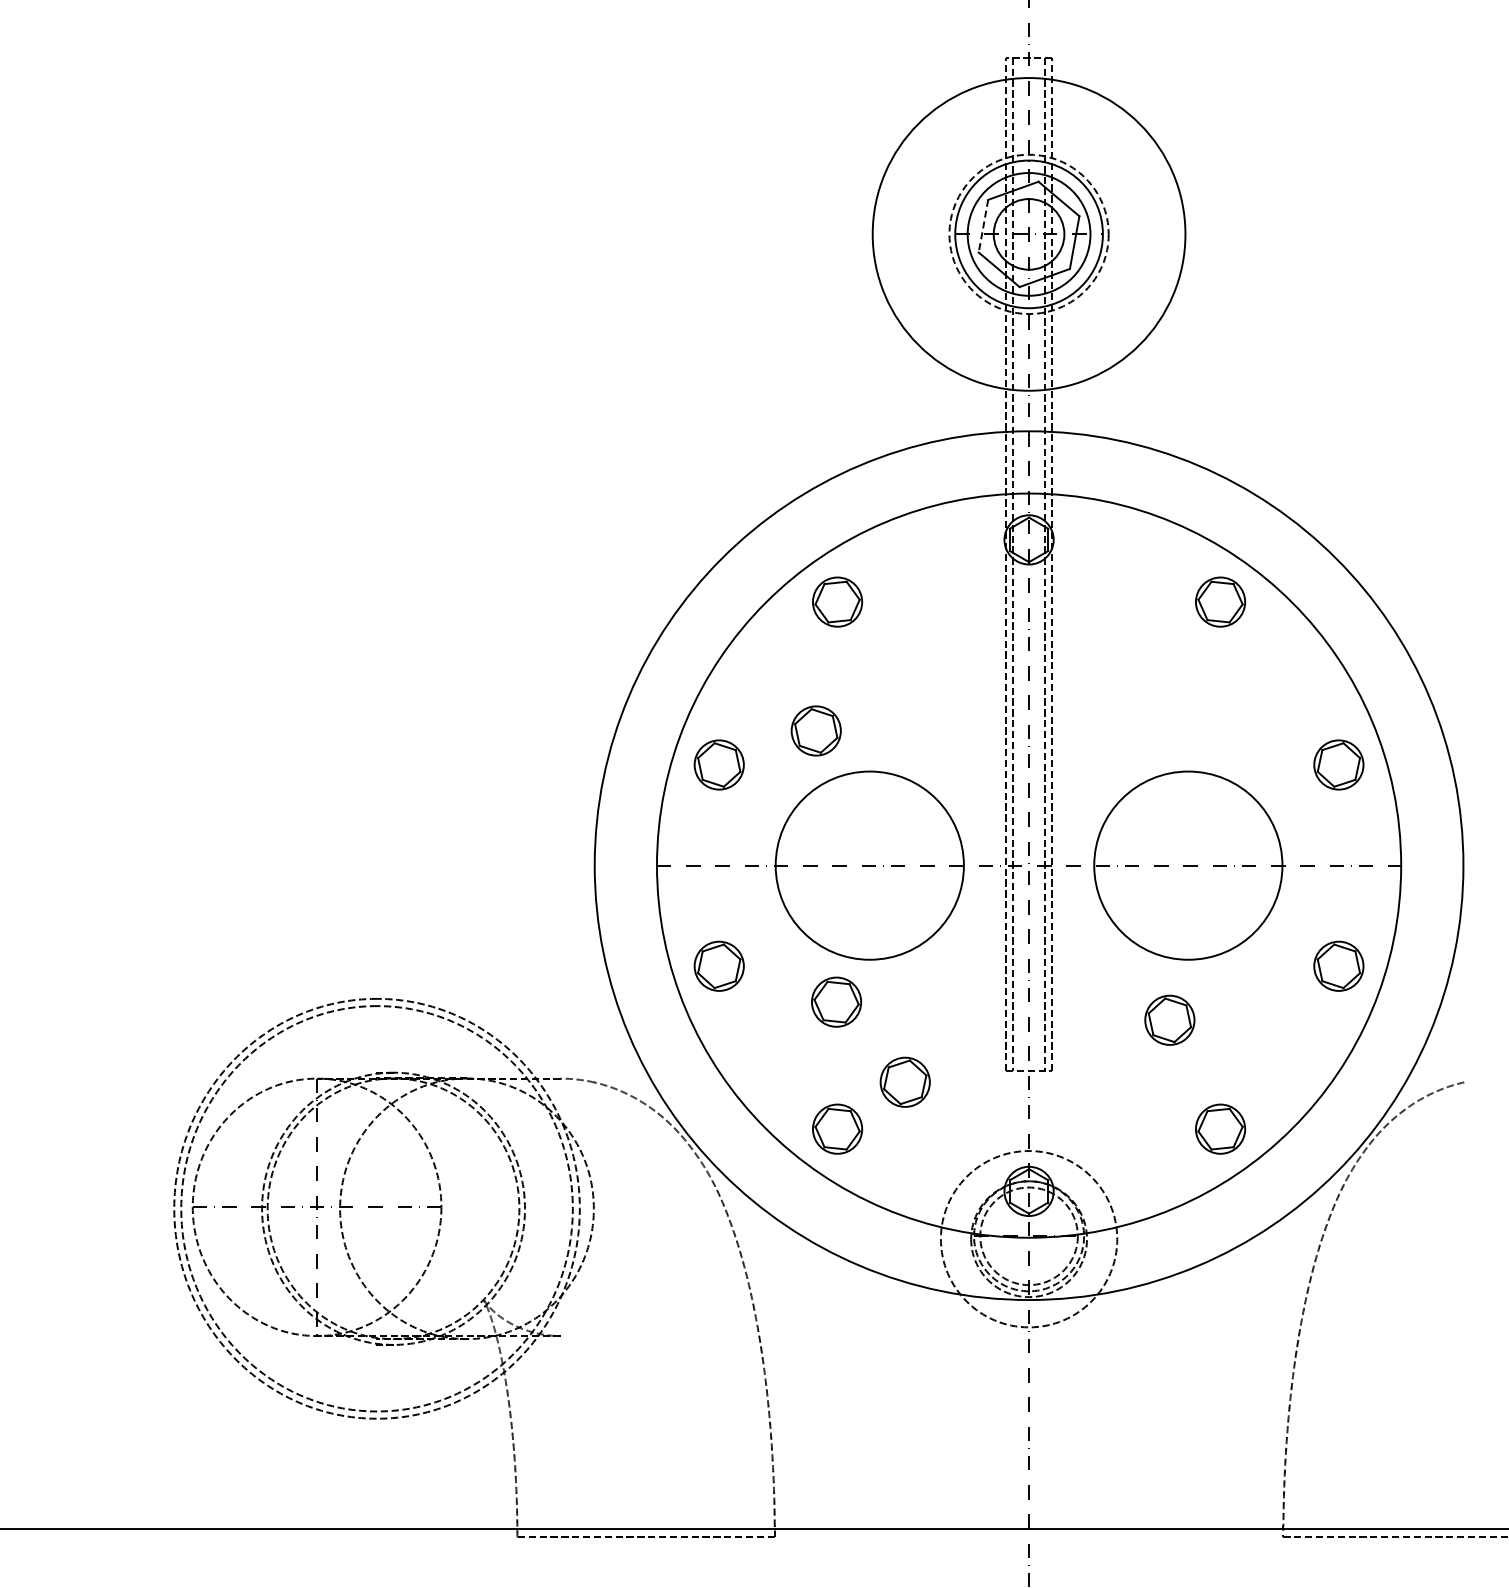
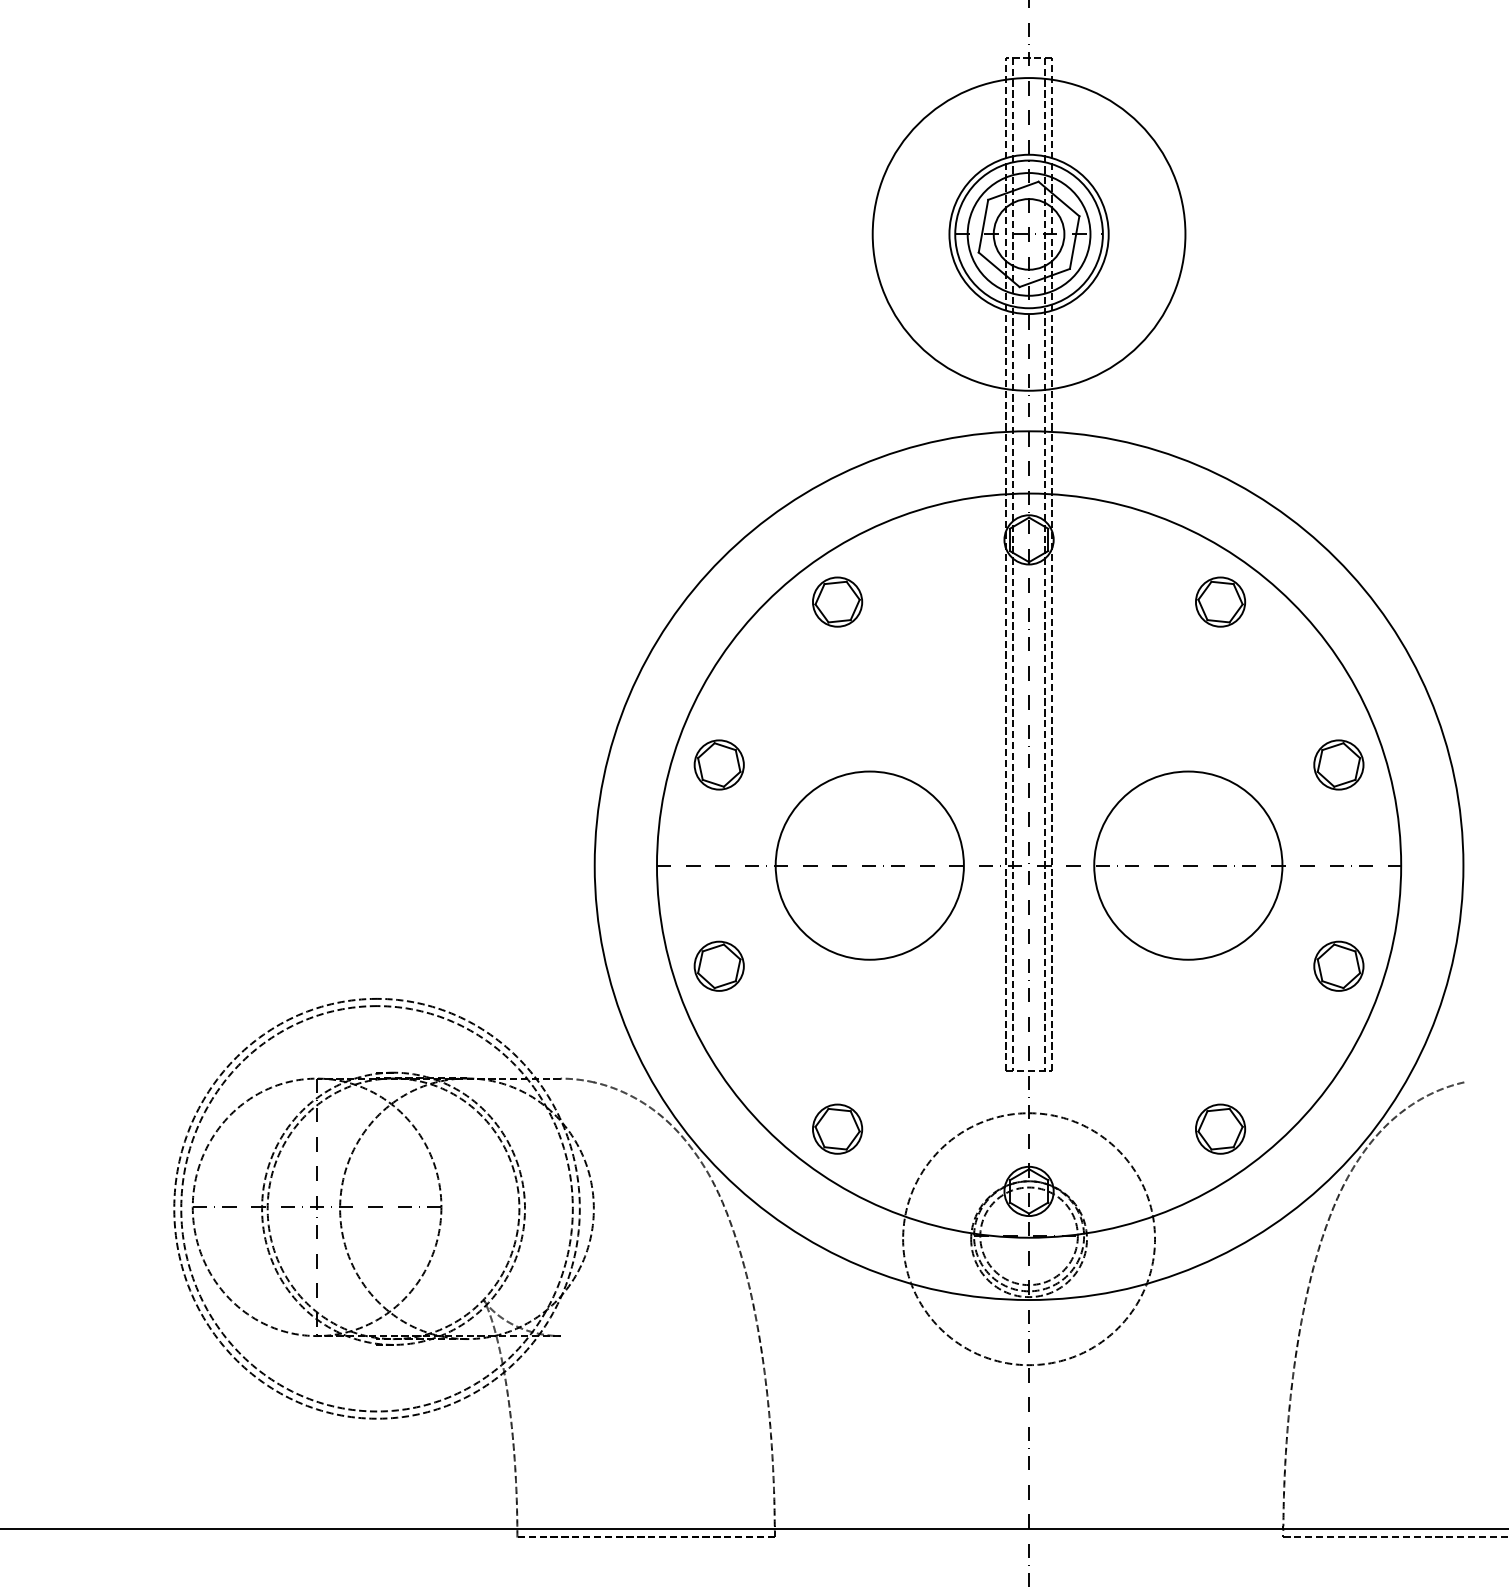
line at (983, 226): dashed -> solid
circle at (1028, 234): dashed -> solid
part at (815, 730): present -> none
part at (836, 1001): present -> none
part at (1169, 1019): present -> none
part at (904, 1081): present -> none
circle at (1028, 1239) diameter: 176 px -> 252 px
